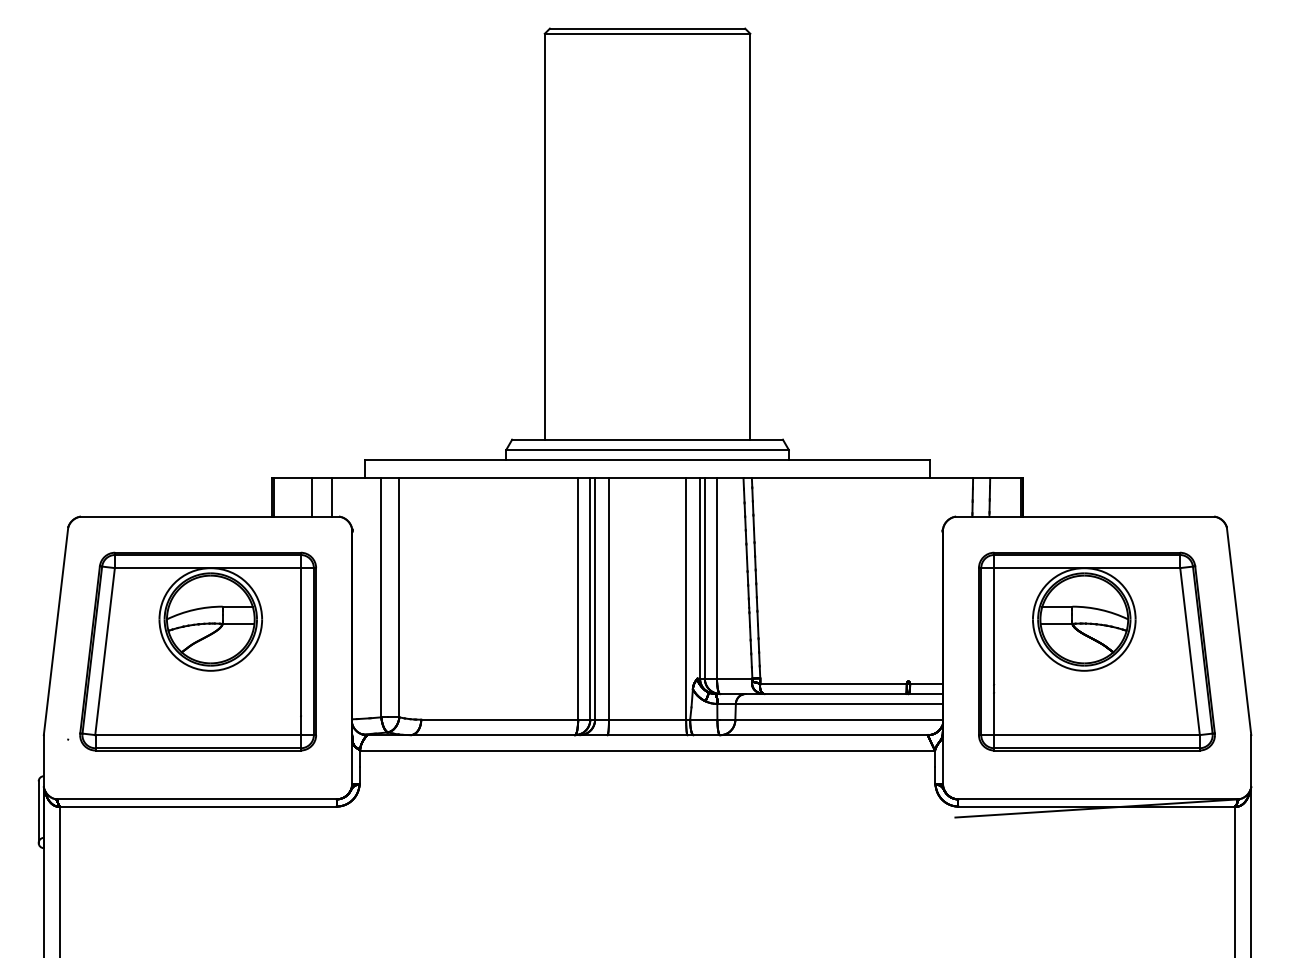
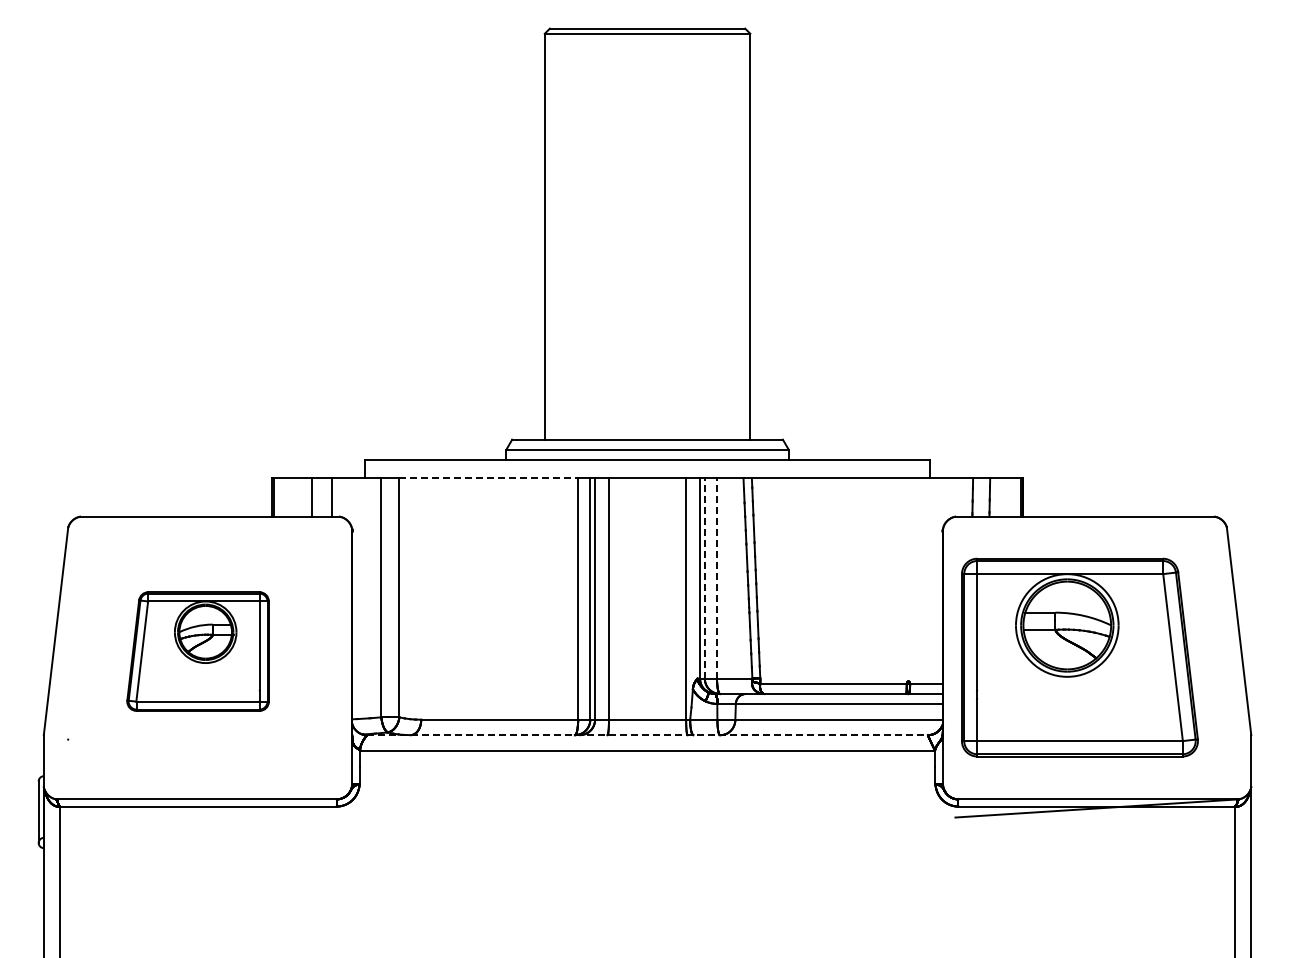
line at (489, 478): solid -> dashed
line at (704, 577): solid -> dashed
line at (716, 577): solid -> dashed
part at (197, 651) size: 238x201 px -> 144x121 px
part at (1096, 651) position: (1096, 651) -> (1079, 657)
line at (647, 735): solid -> dashed
